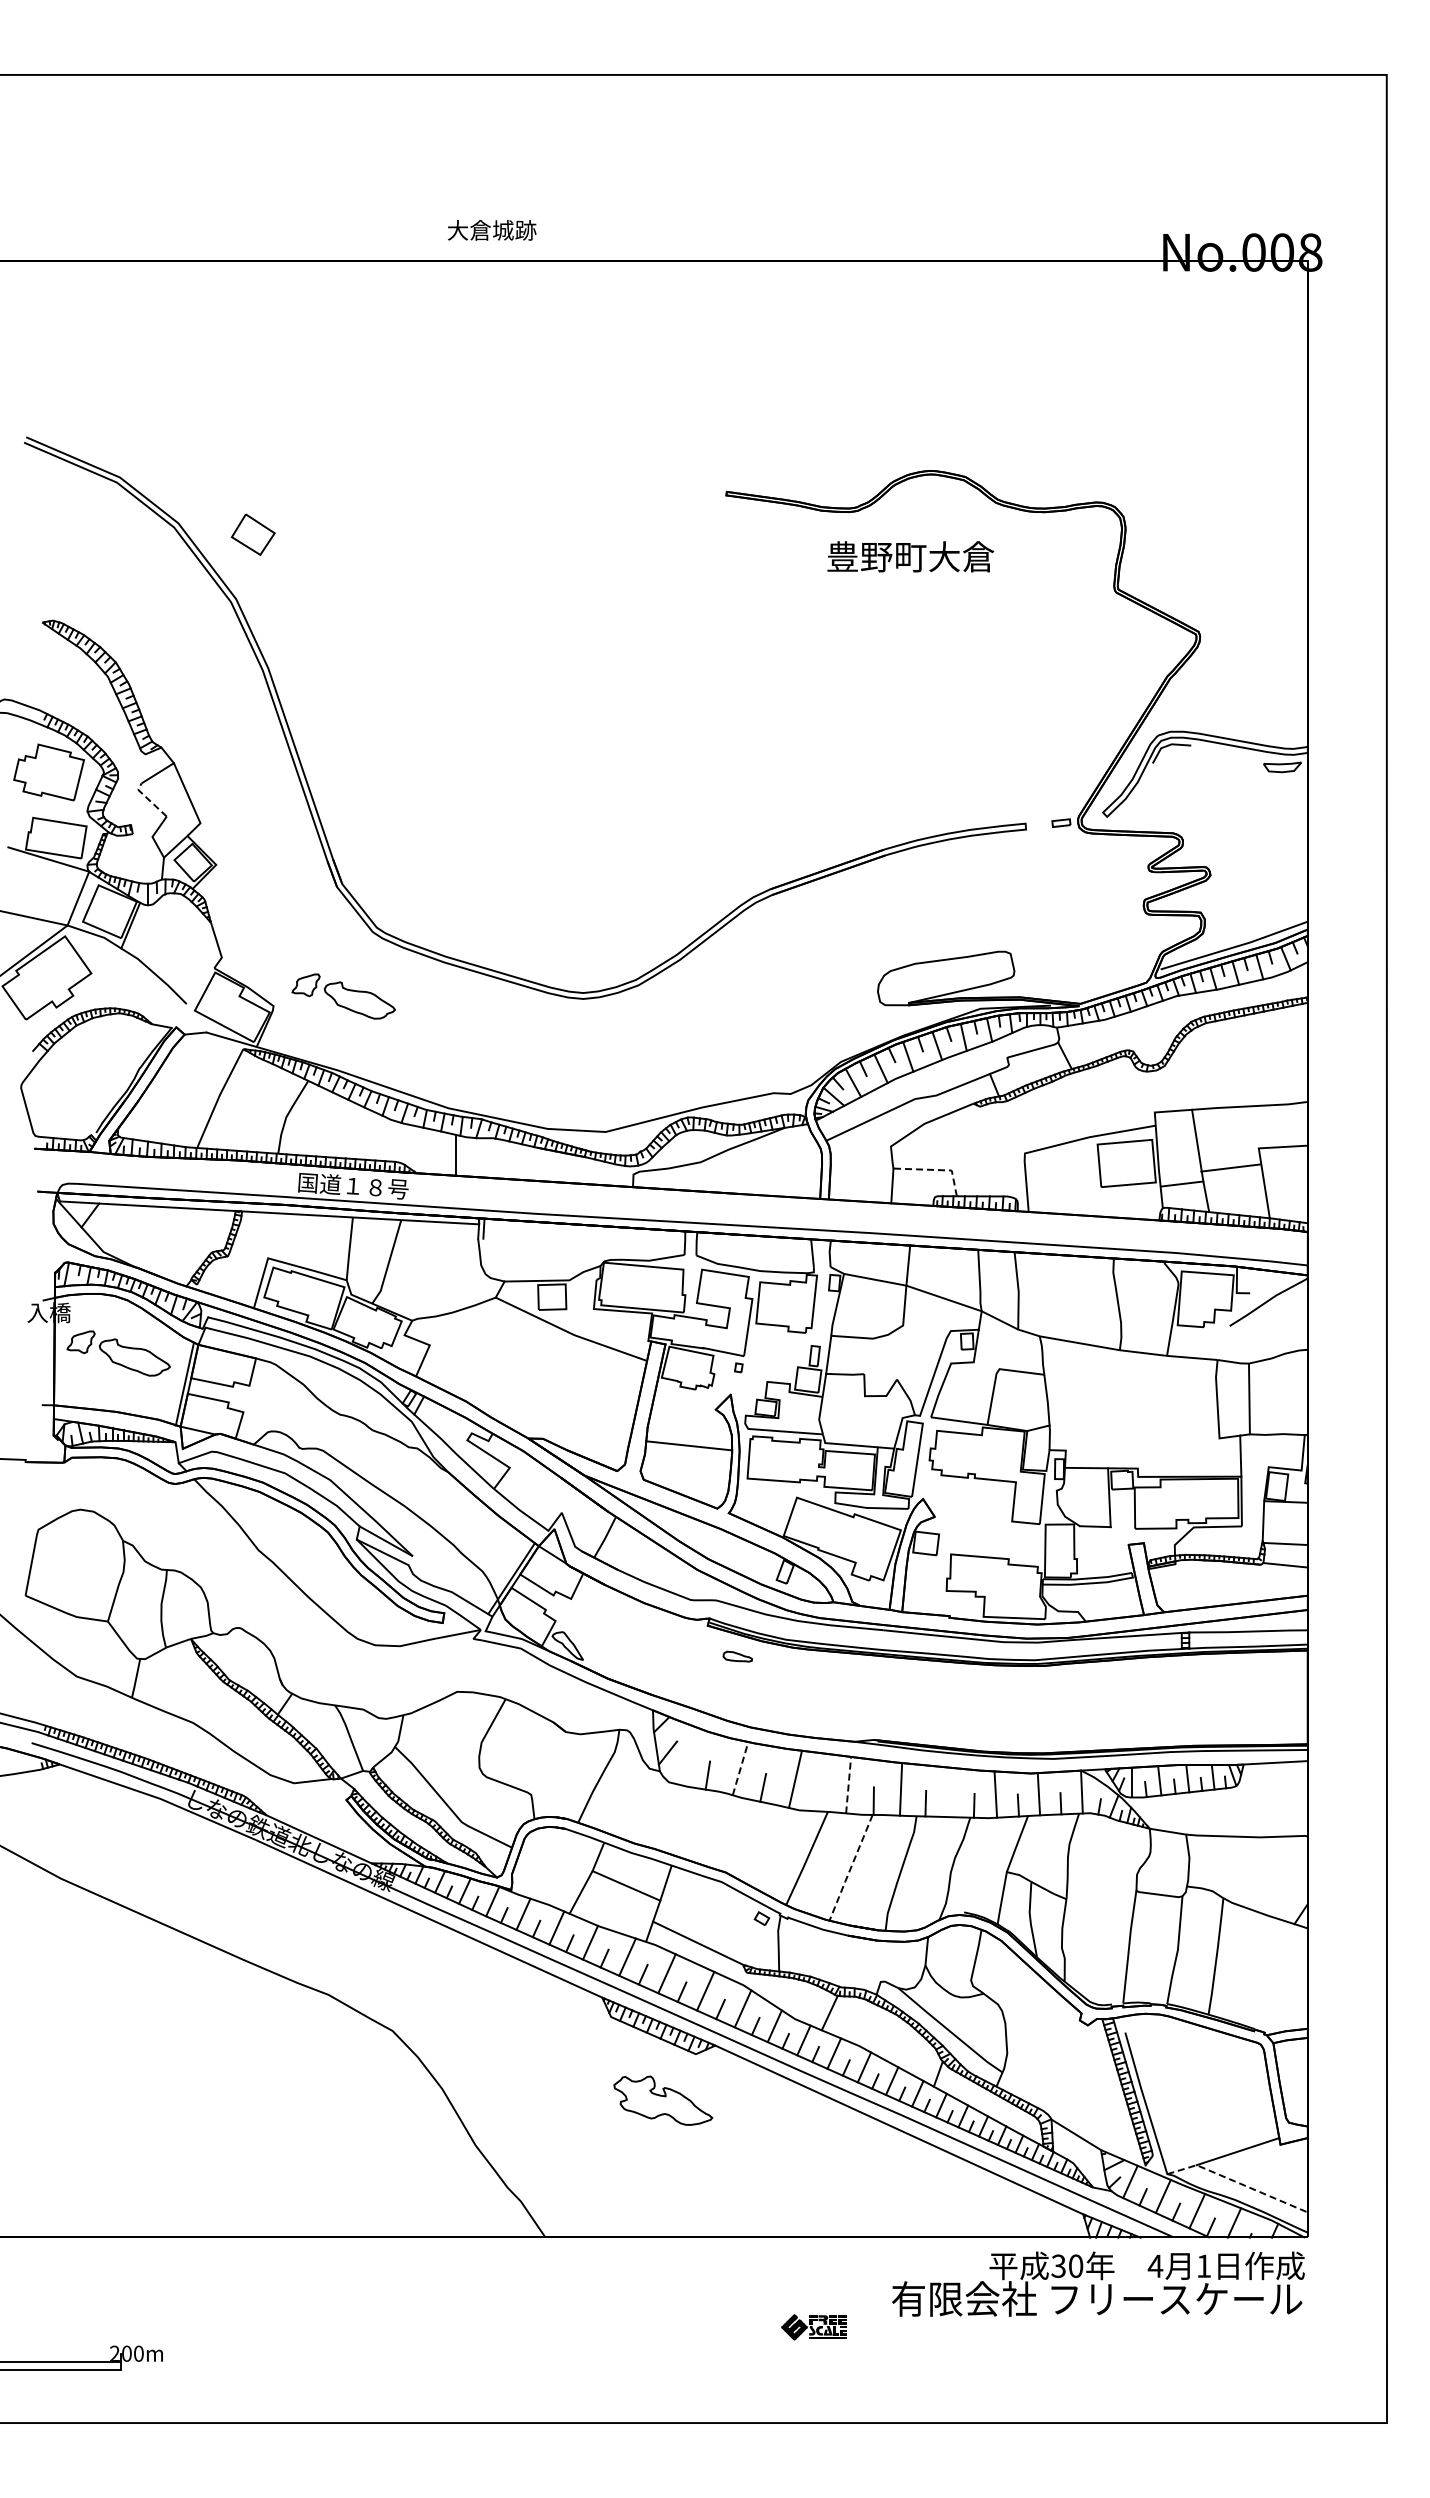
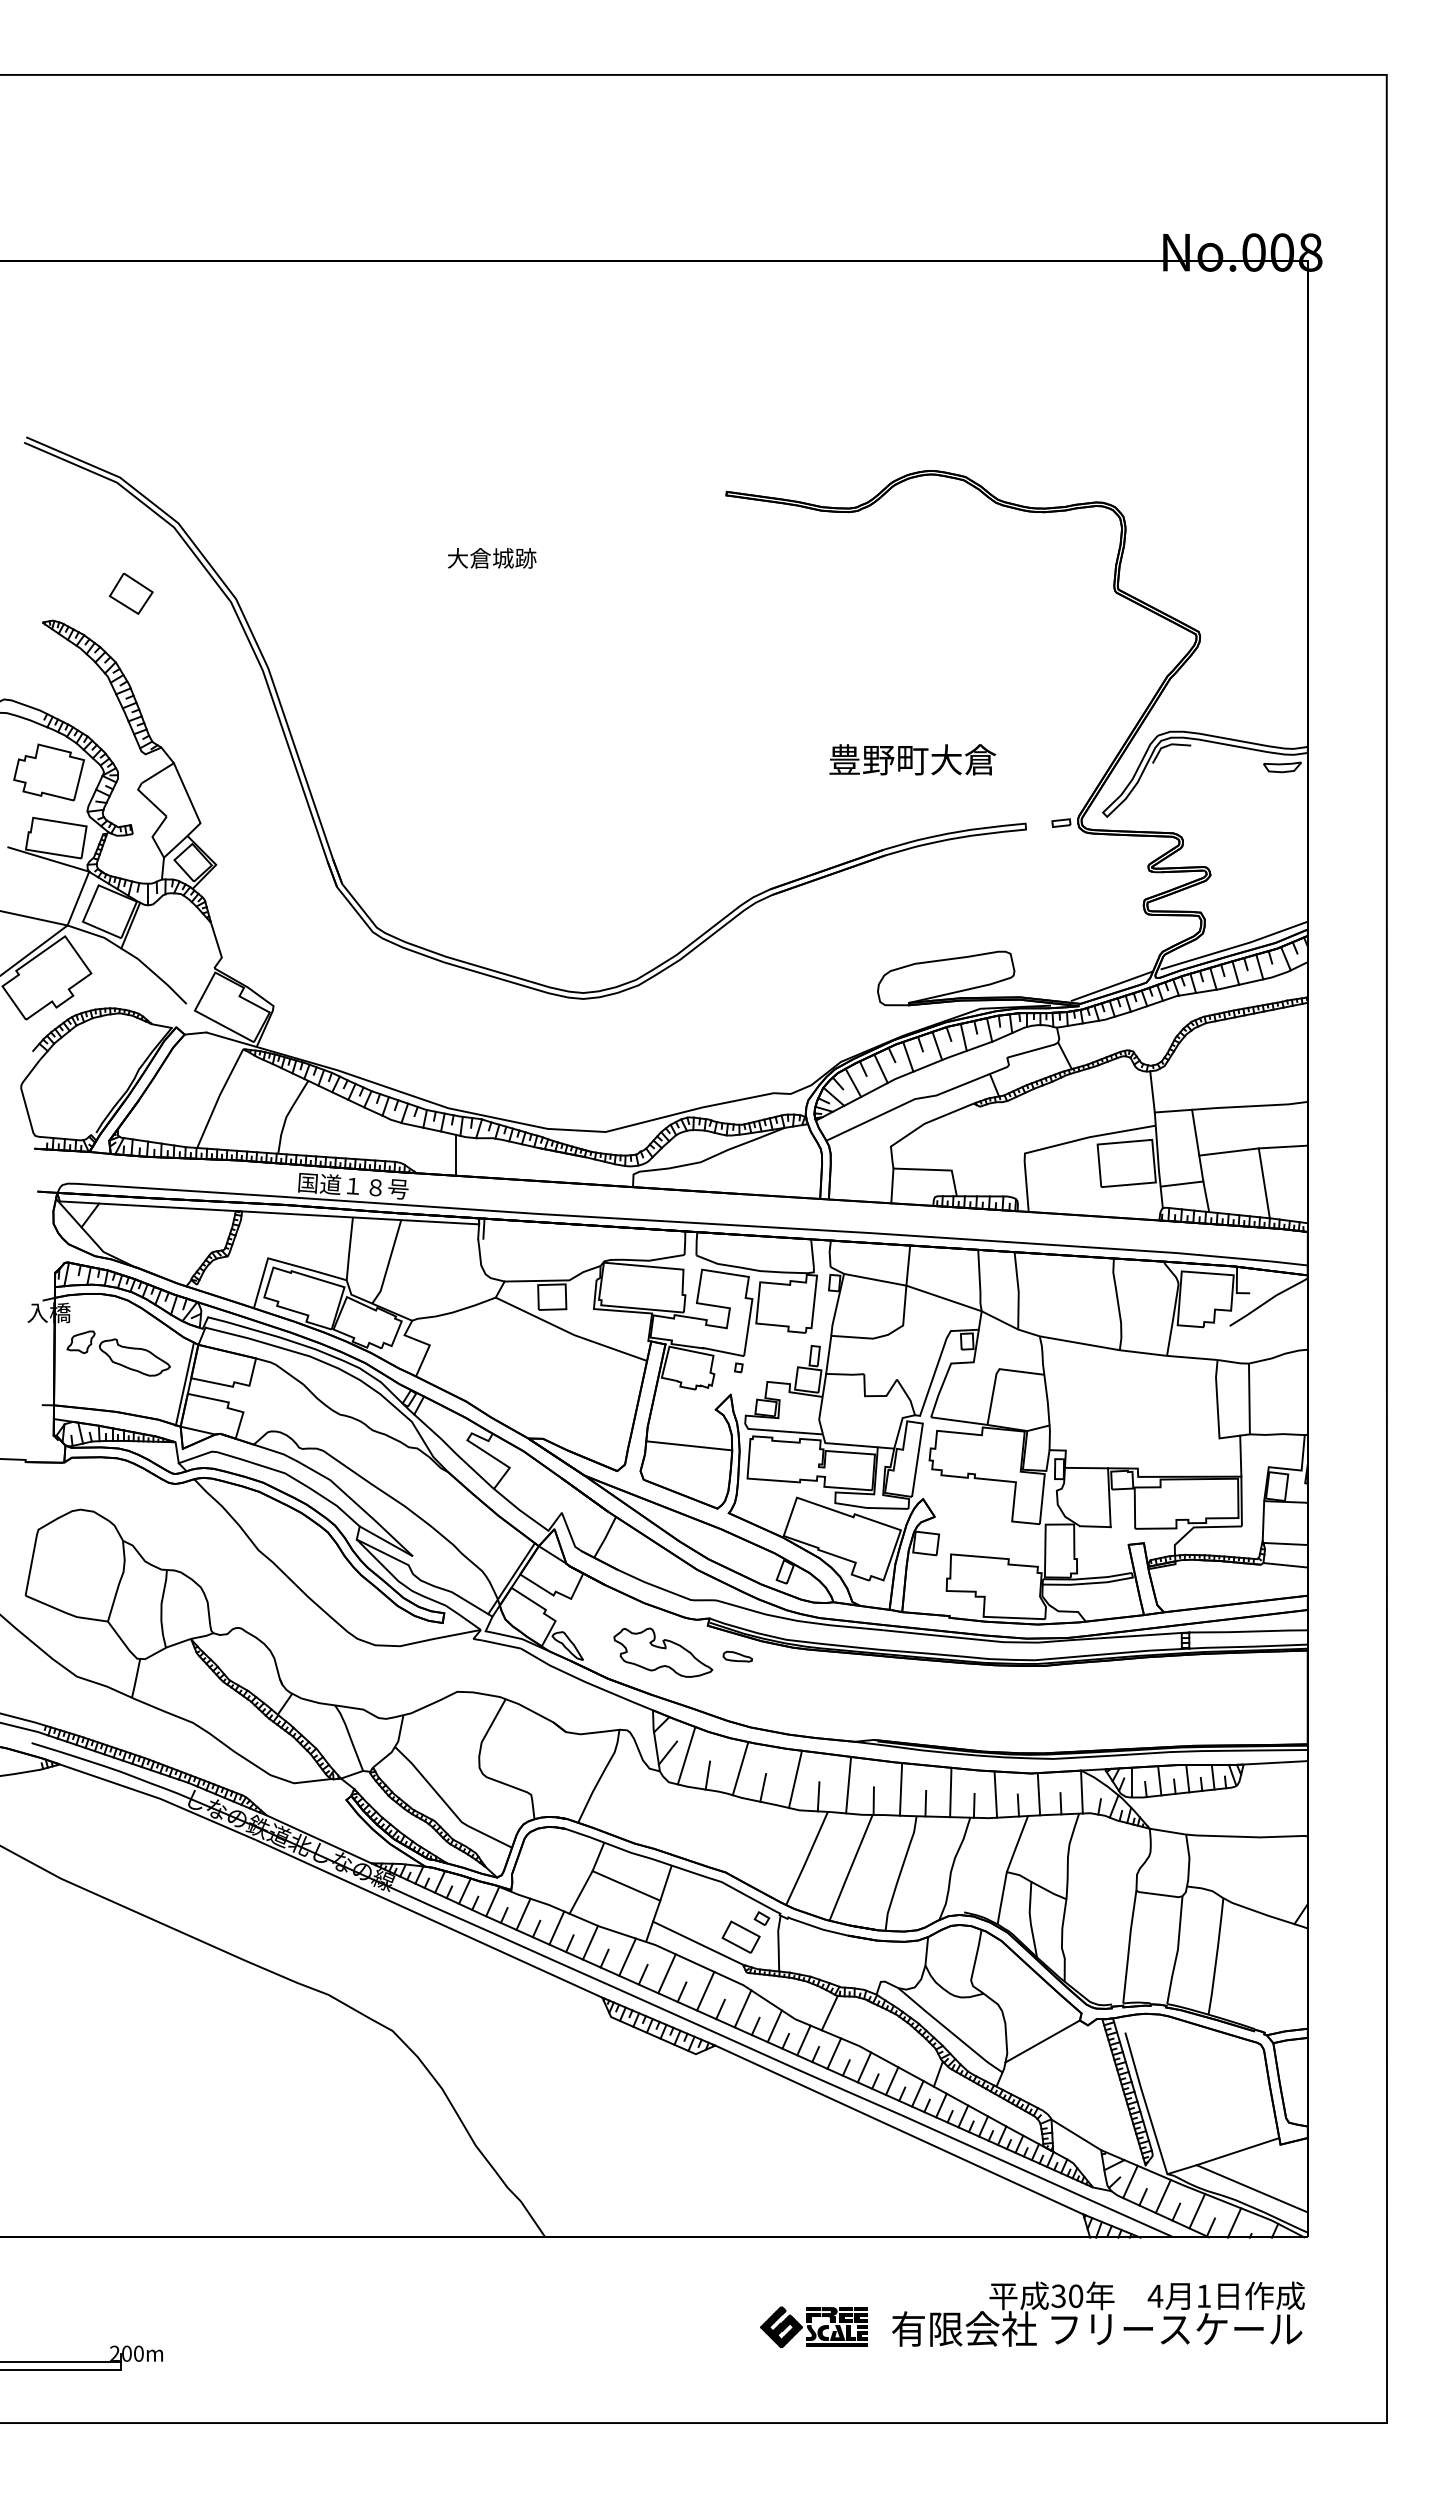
text at (492, 230) position: (492, 230) -> (492, 558)
part at (252, 534) position: (252, 534) -> (130, 593)
text at (910, 556) position: (910, 556) -> (912, 759)
line at (148, 799): dashed -> solid
line at (1111, 985): none -> present
part at (343, 996): present -> none
line at (1152, 1091): none -> present
line at (1230, 1167) position: (1230, 1167) -> (1228, 1151)
line at (935, 1170): dashed -> solid
line at (686, 1755): none -> present
line at (740, 1768): dashed -> solid
line at (848, 1784): dashed -> solid
line at (950, 1792): none -> present
line at (818, 1796): none -> present
line at (851, 1867): dashed -> solid
part at (740, 1936): none -> present
line at (1042, 2041): none -> present
part at (663, 2100) position: (663, 2100) -> (663, 1652)
line at (1238, 2182): dashed -> solid
text at (1098, 2283) position: (1098, 2283) -> (1098, 2313)
part at (813, 2327) size: 66x27 px -> 108x43 px
